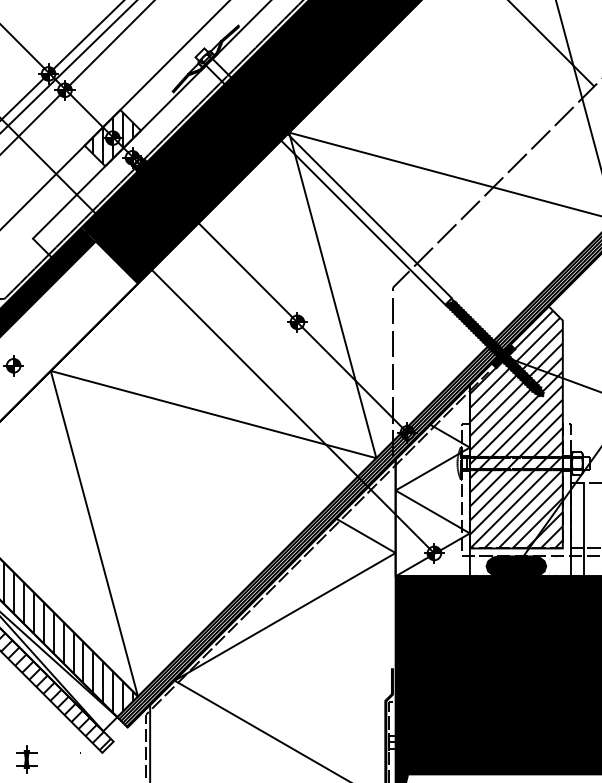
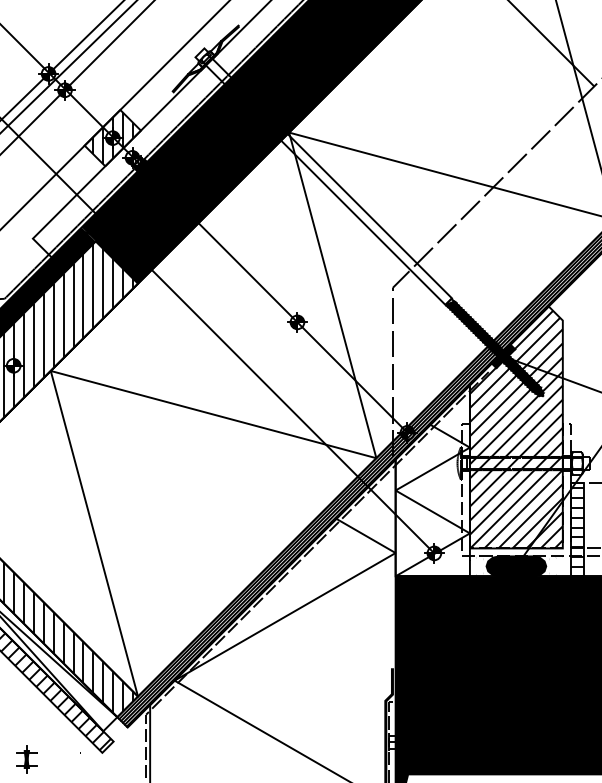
hatch at (68, 330): none -> present
hatch at (577, 527): none -> present
